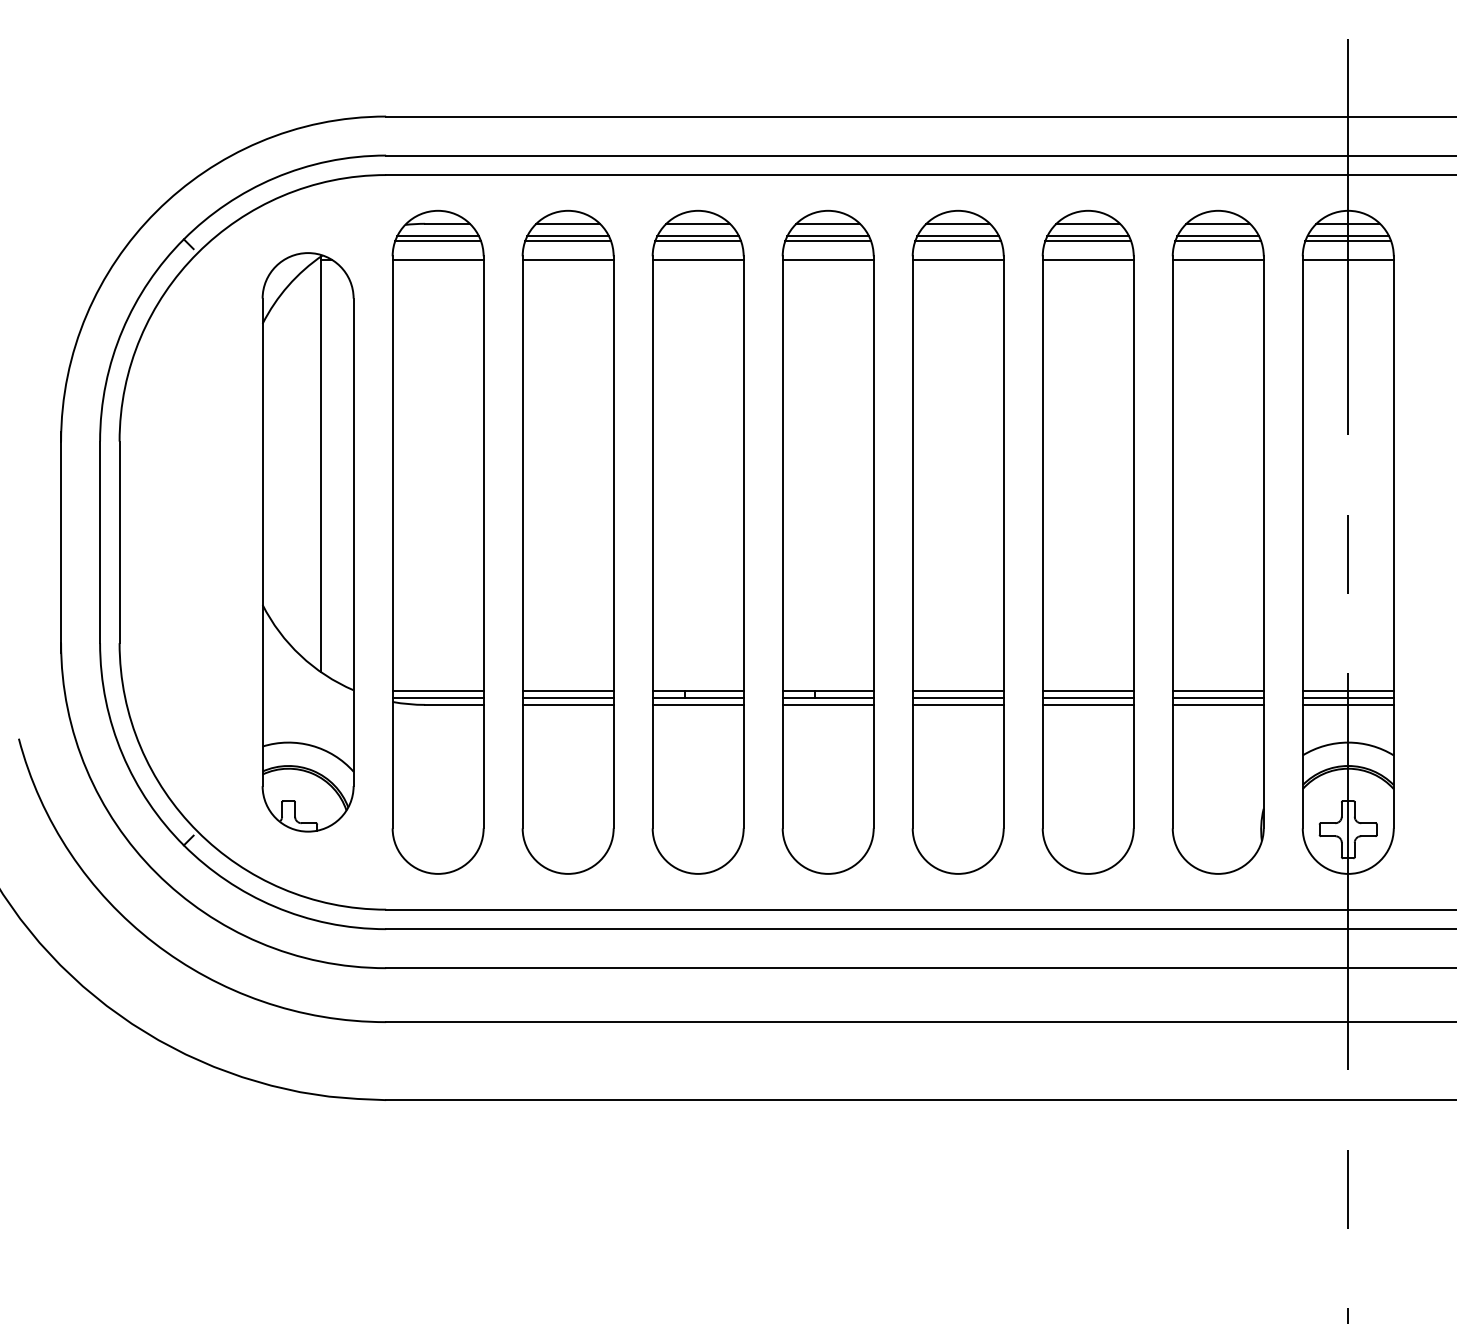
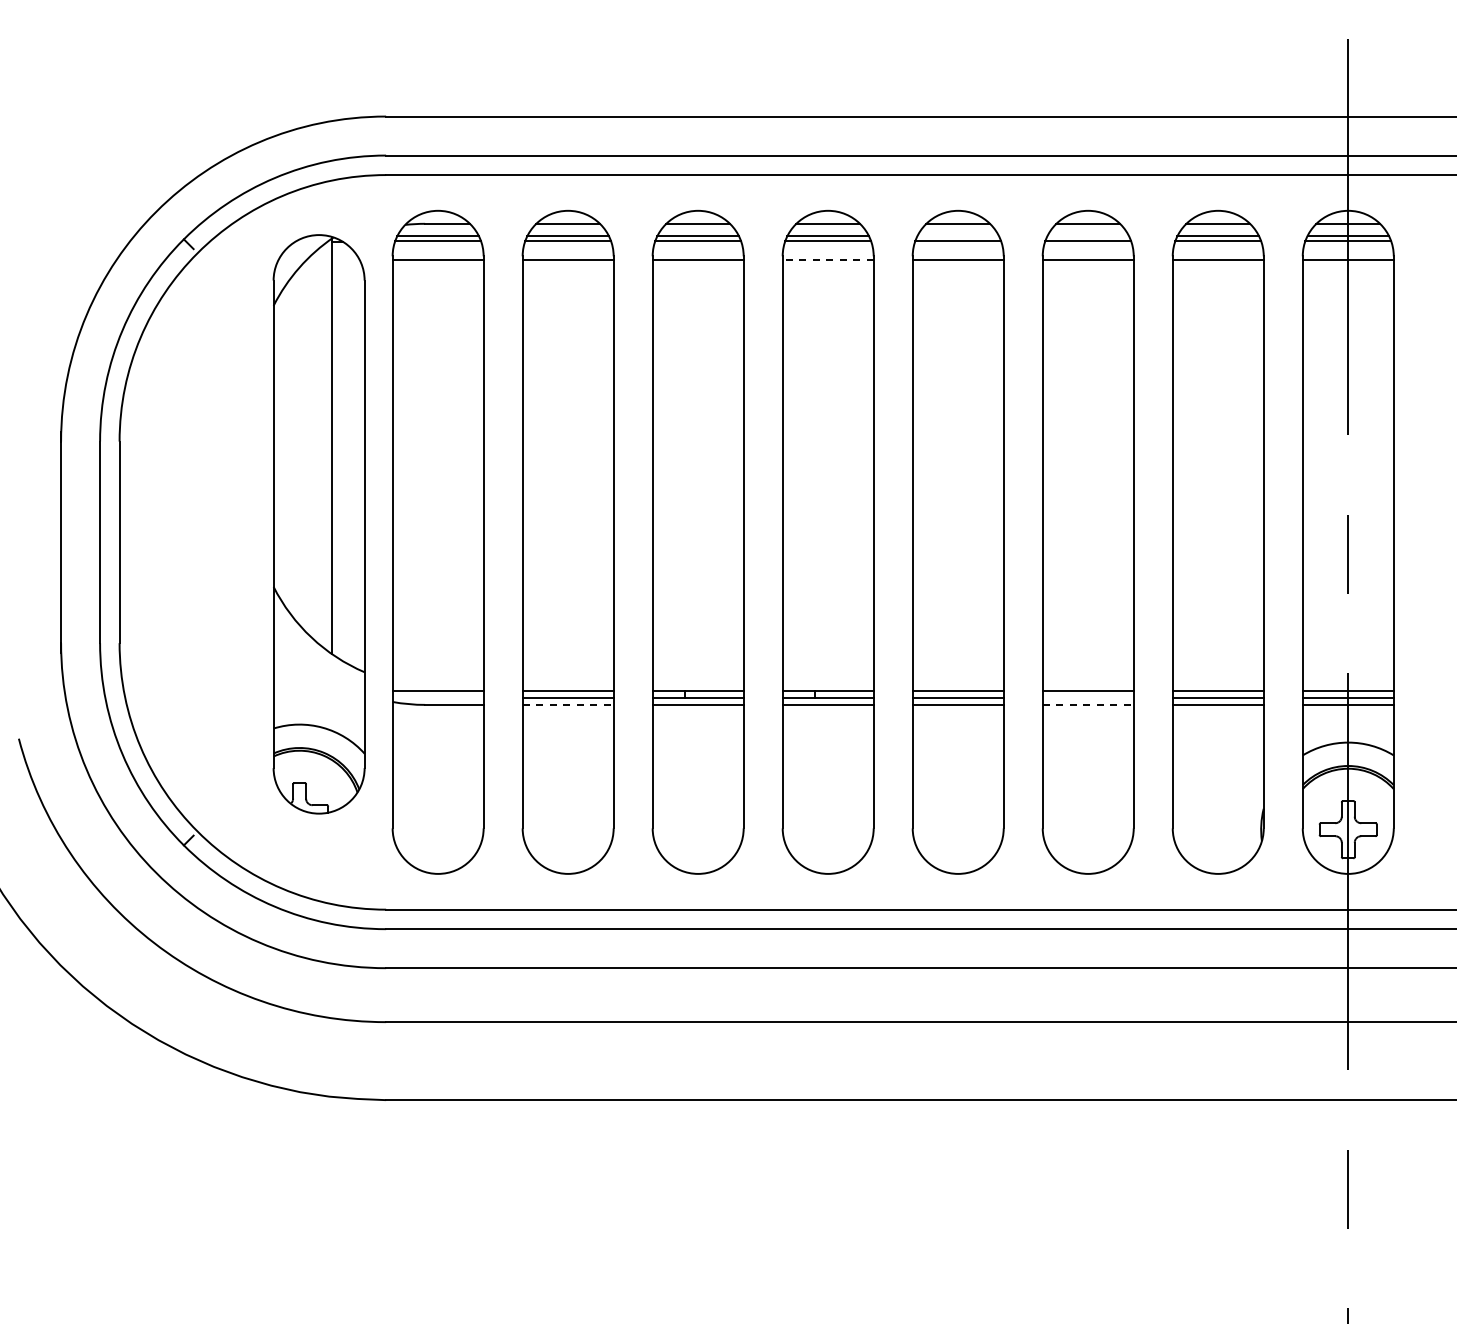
line at (958, 236): present -> none
line at (1088, 236): present -> none
line at (828, 259): solid -> dashed
part at (307, 542) position: (307, 542) -> (318, 524)
line at (437, 697): present -> none
line at (1087, 697): present -> none
line at (568, 704): solid -> dashed
line at (1088, 704): solid -> dashed
